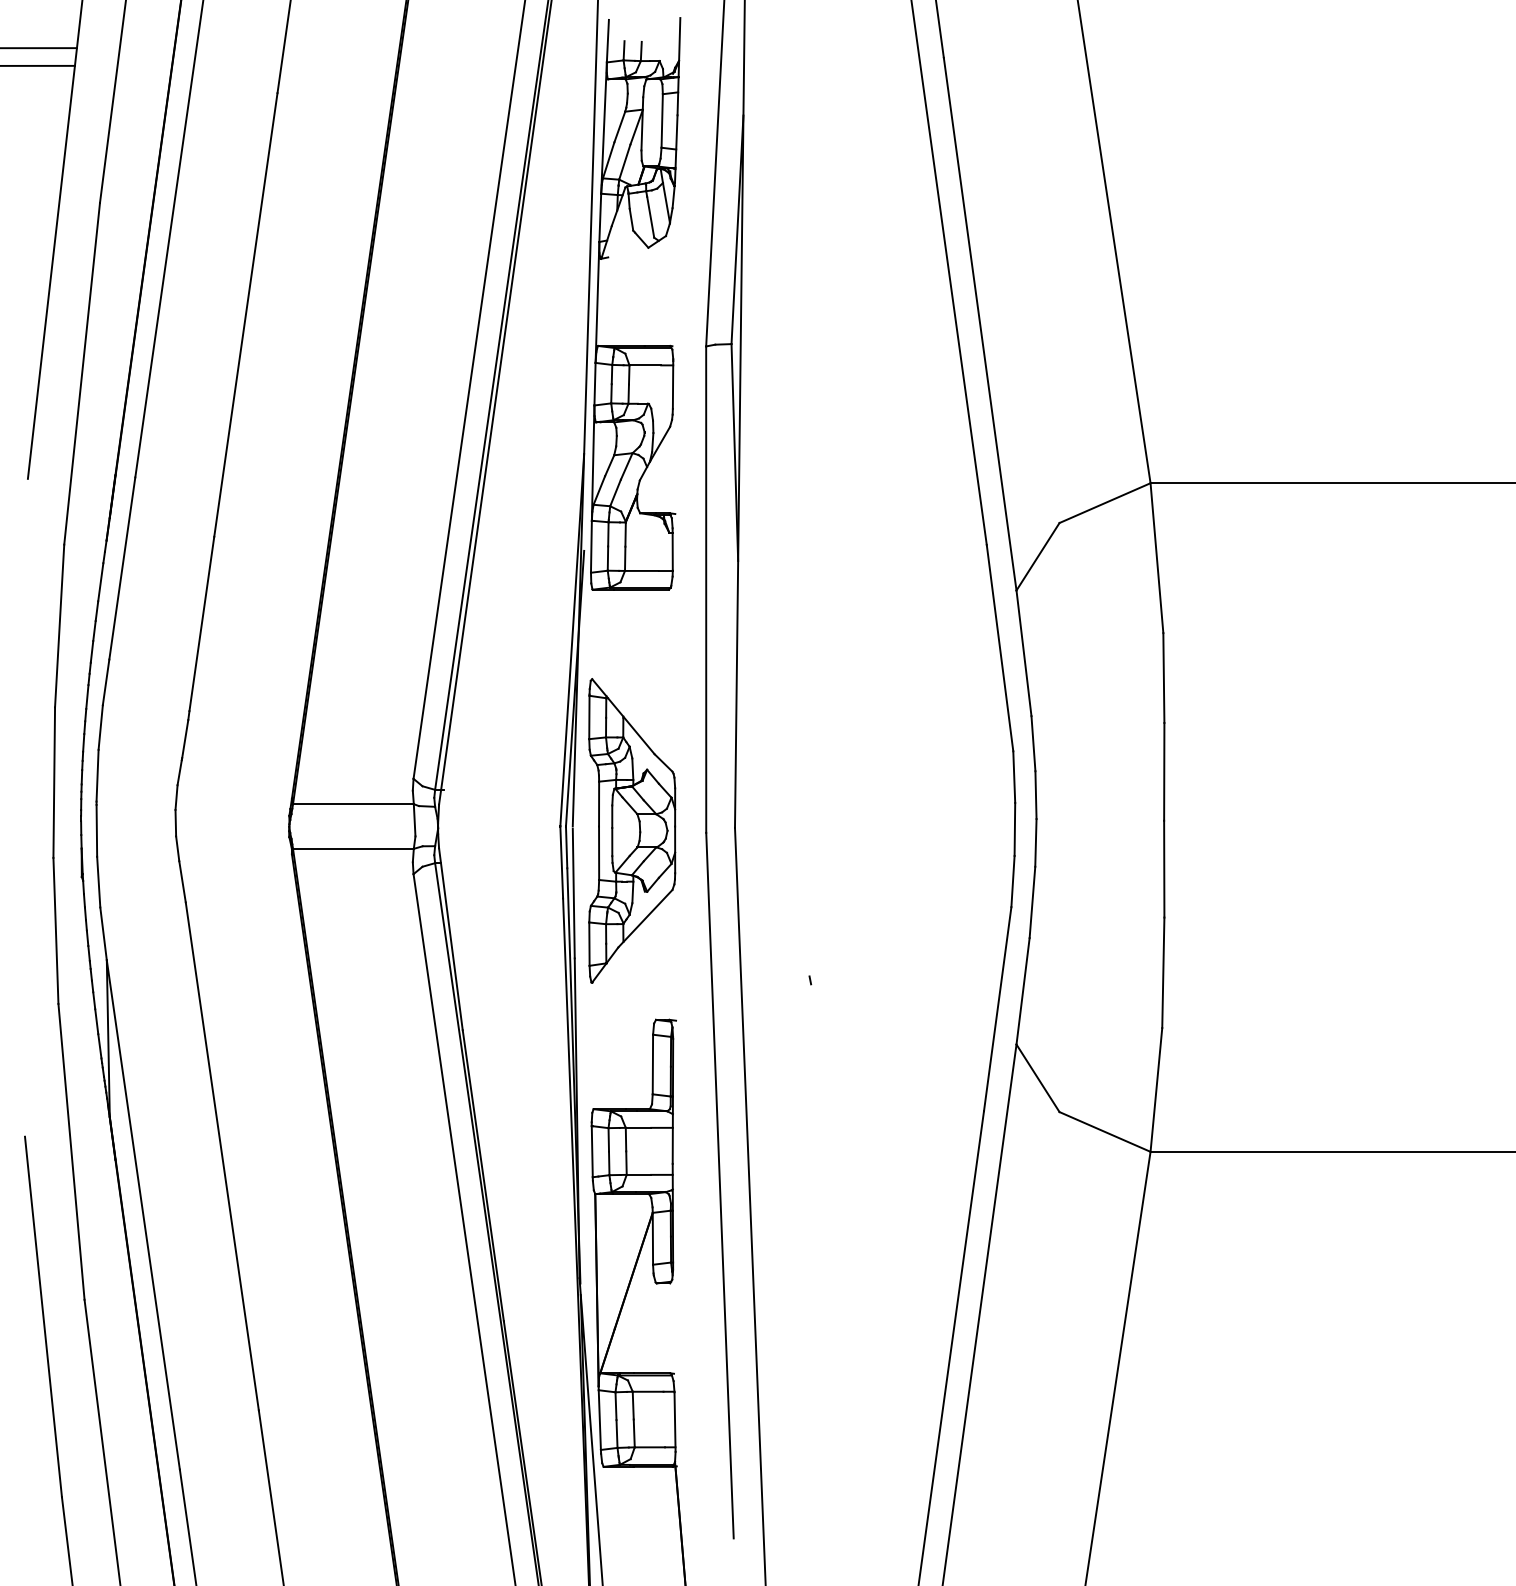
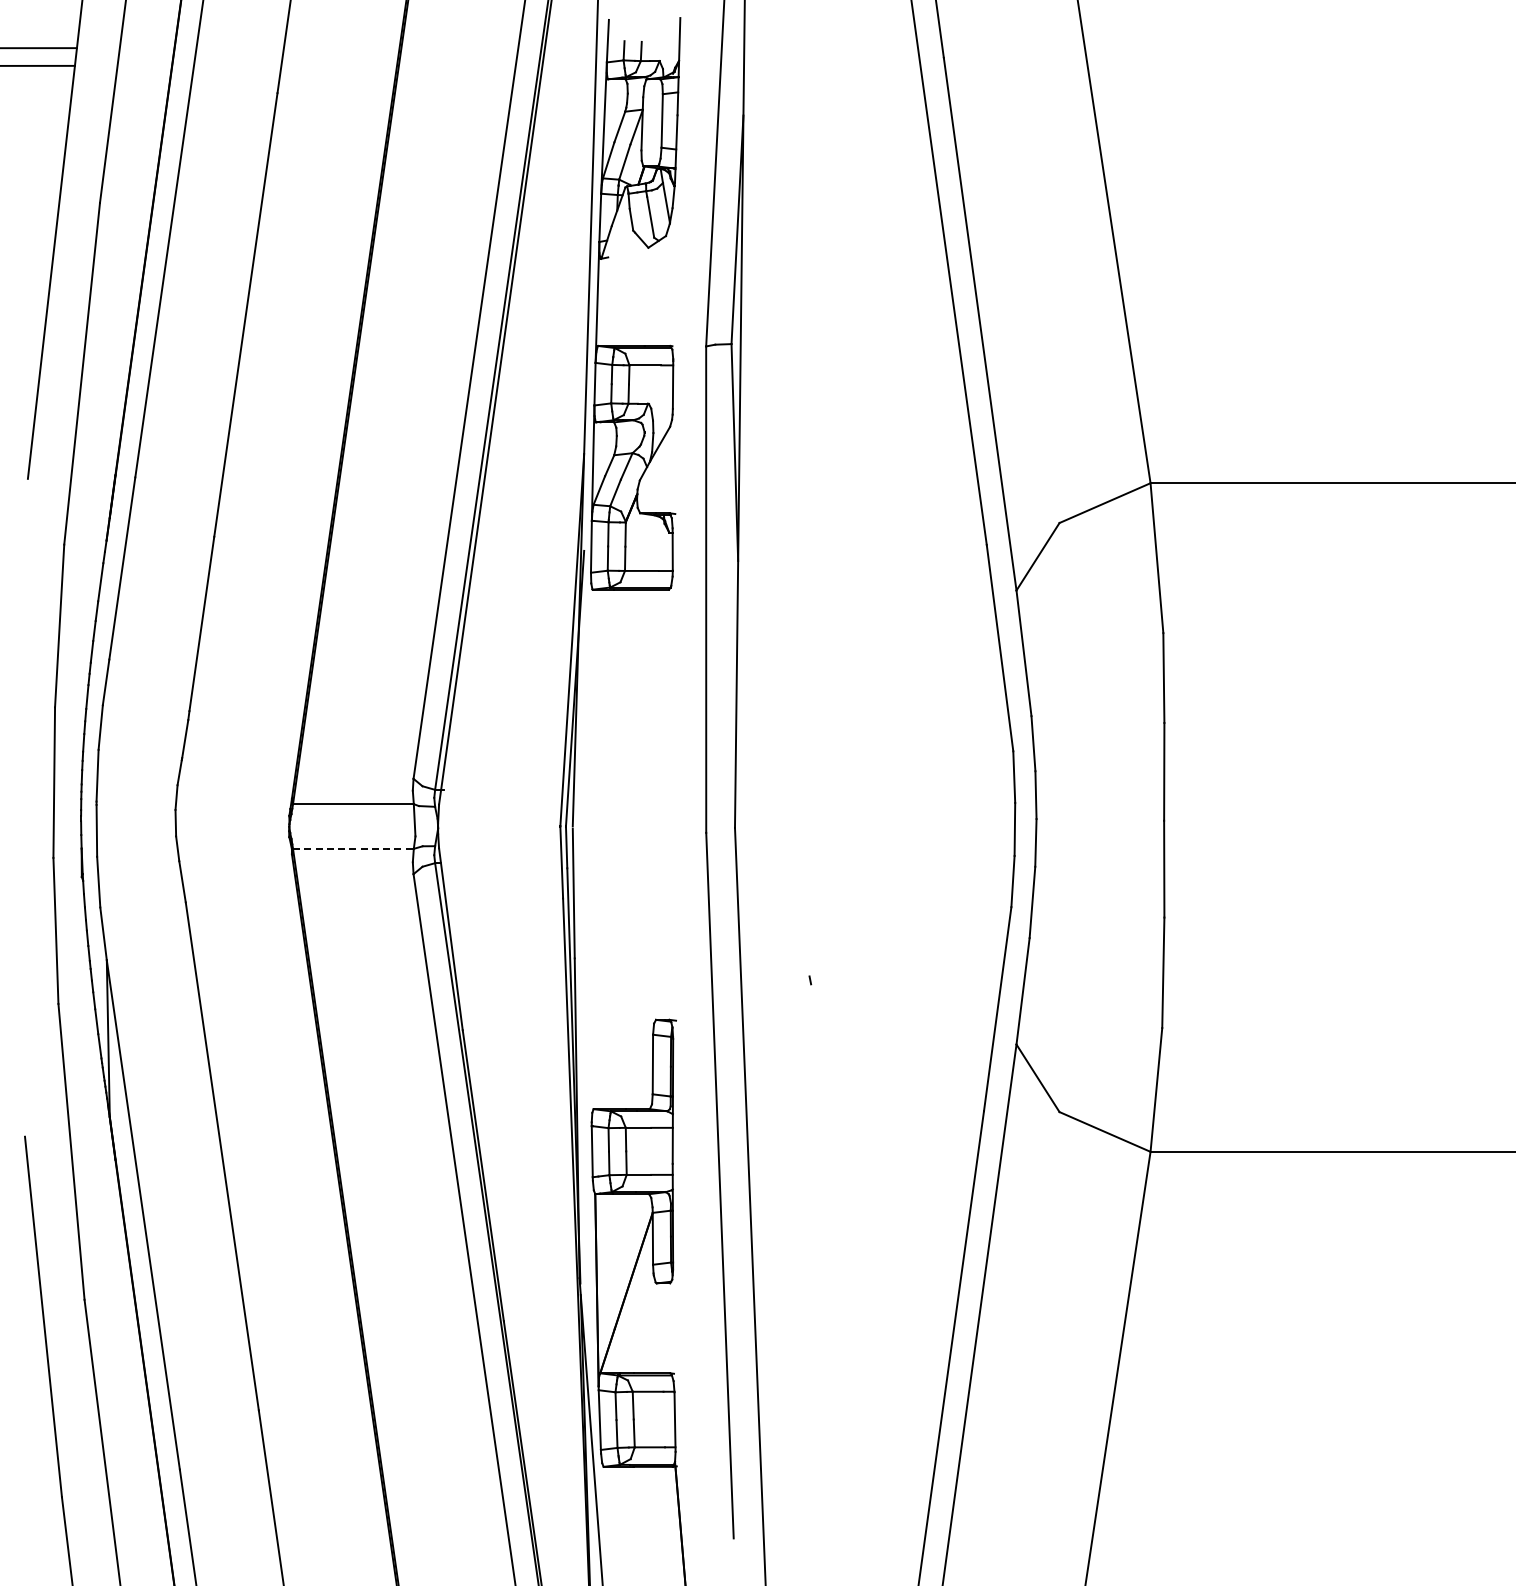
part at (632, 830): present -> none
line at (353, 848): solid -> dashed
